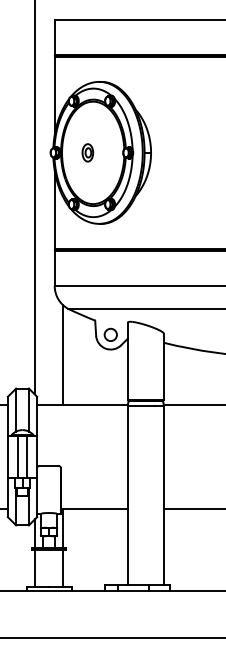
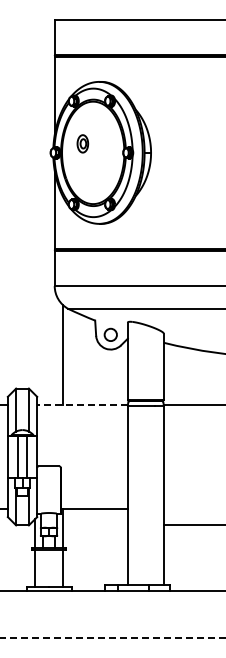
part at (87, 152) position: (87, 152) -> (82, 143)
line at (34, 198): present -> none
line at (82, 404): solid -> dashed
line at (192, 509) position: (192, 509) -> (192, 525)
line at (113, 638): solid -> dashed
